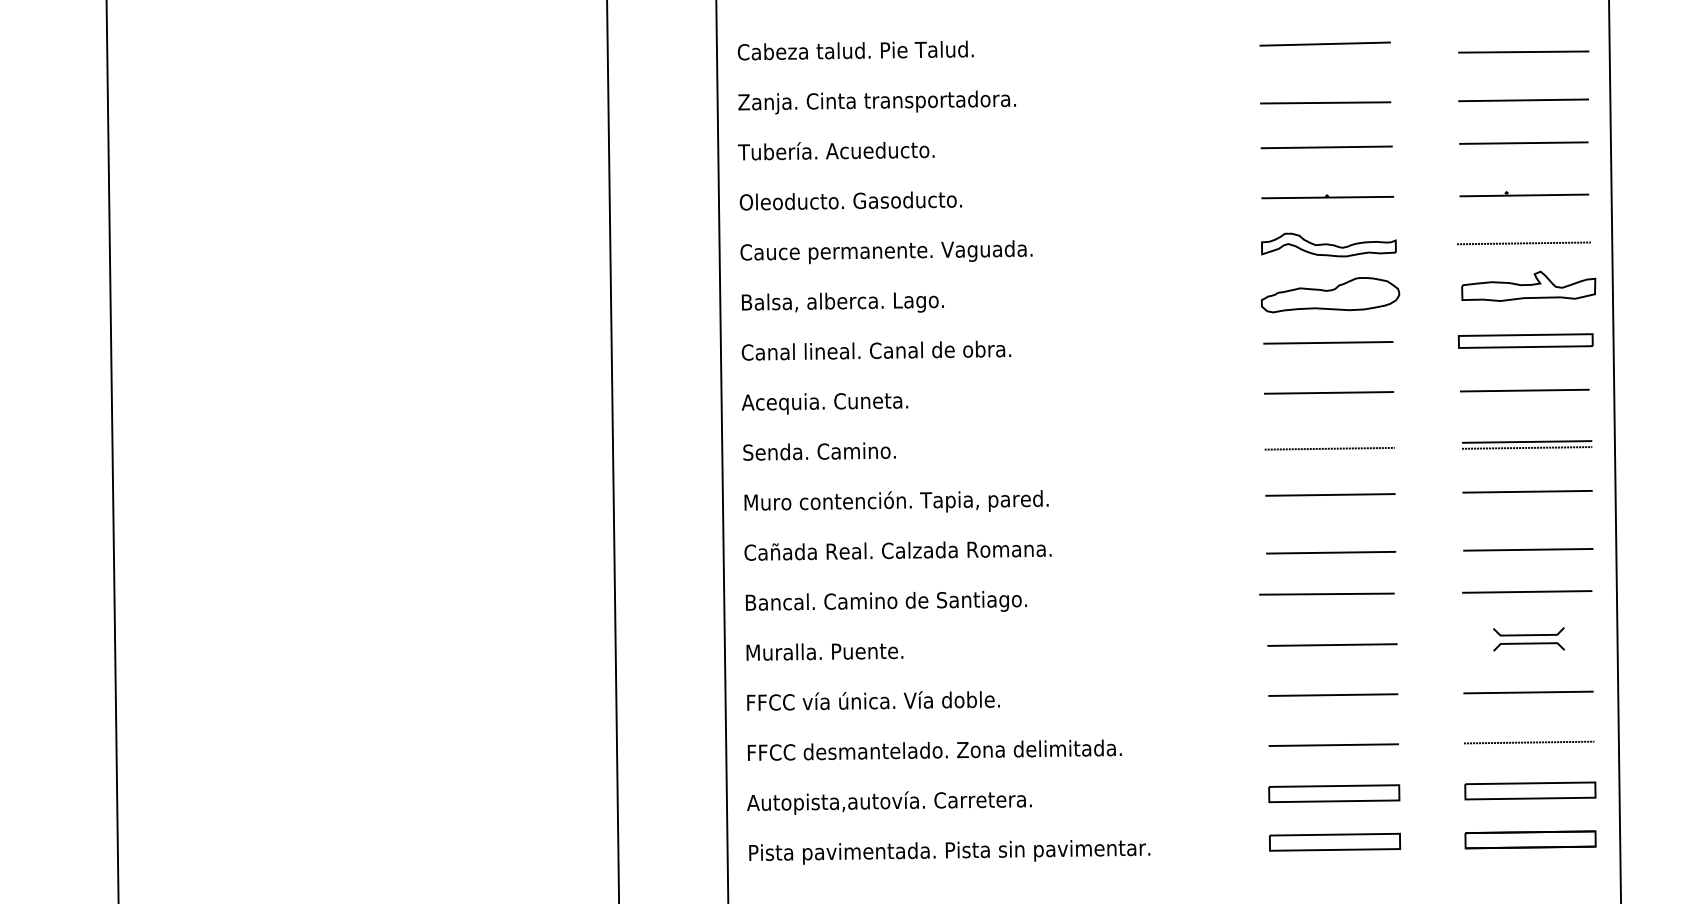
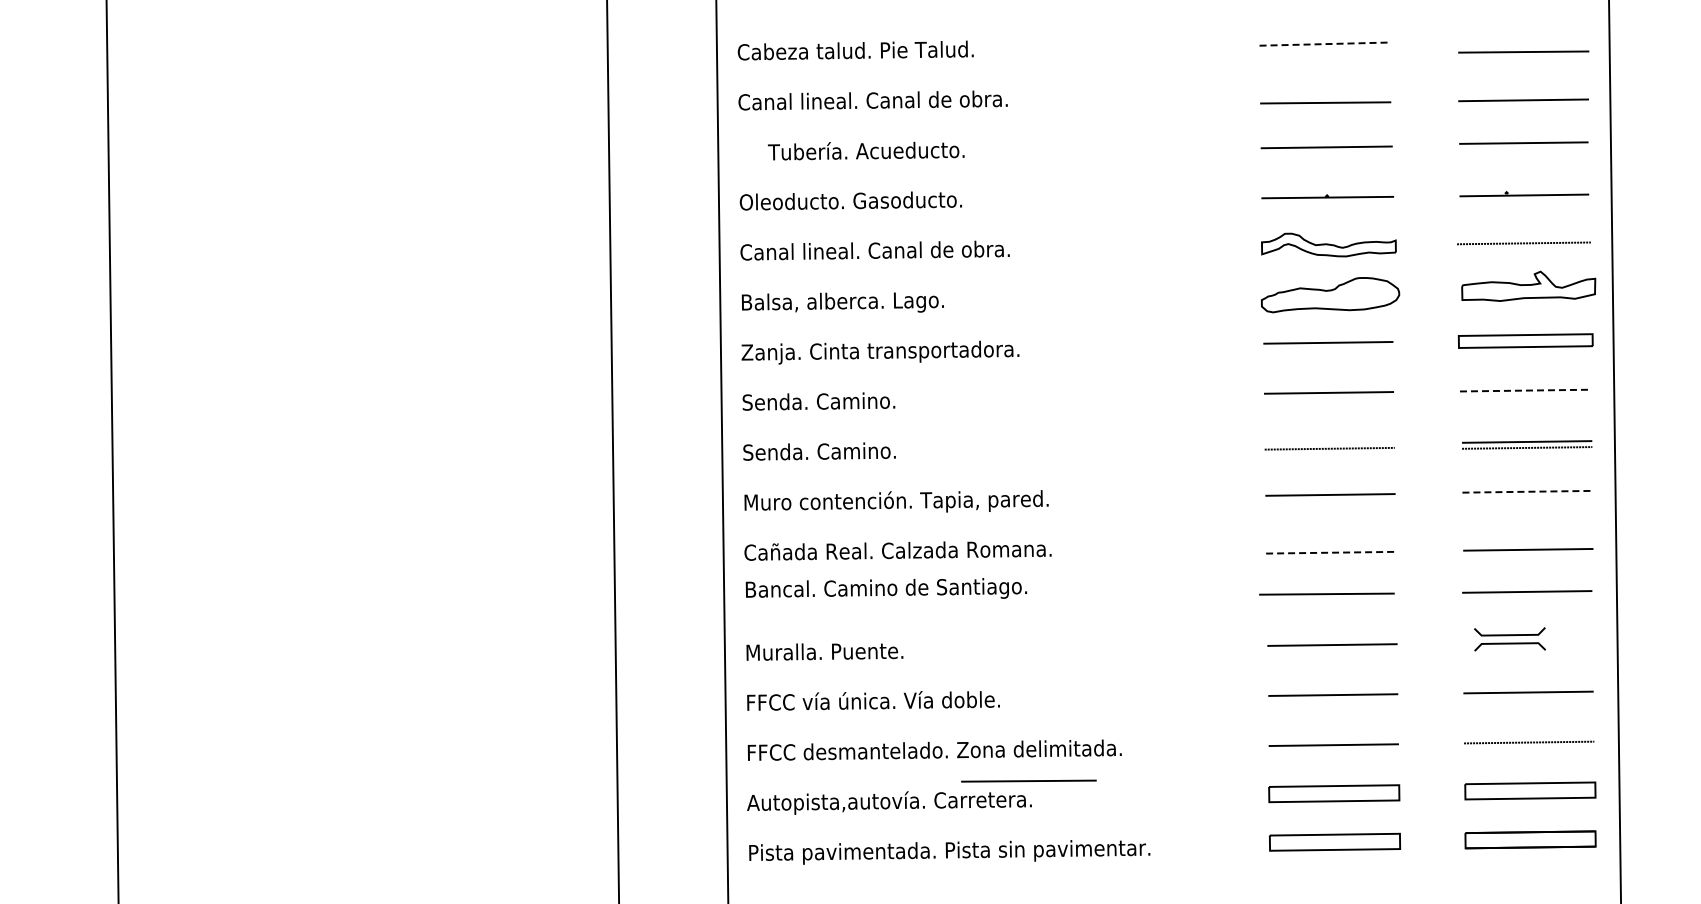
line at (1325, 44): solid -> dashed
text at (876, 102): Zanja. Cinta transportadora. -> Canal lineal. Canal de obra.
text at (836, 150) position: (836, 150) -> (866, 150)
text at (899, 252): Cauce permanente. Vaguada. -> Canal lineal. Canal de obra.
text at (880, 352): Canal lineal. Canal de obra. -> Zanja. Cinta transportadora.
line at (1524, 390): solid -> dashed
text at (824, 403): Acequia. Cuneta. -> Senda. Camino.
line at (1528, 491): solid -> dashed
line at (1331, 552): solid -> dashed
text at (885, 601) position: (885, 601) -> (885, 588)
part at (1528, 639) position: (1528, 639) -> (1509, 639)
line at (1028, 780): none -> present
